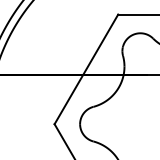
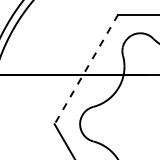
line at (86, 69): solid -> dashed
